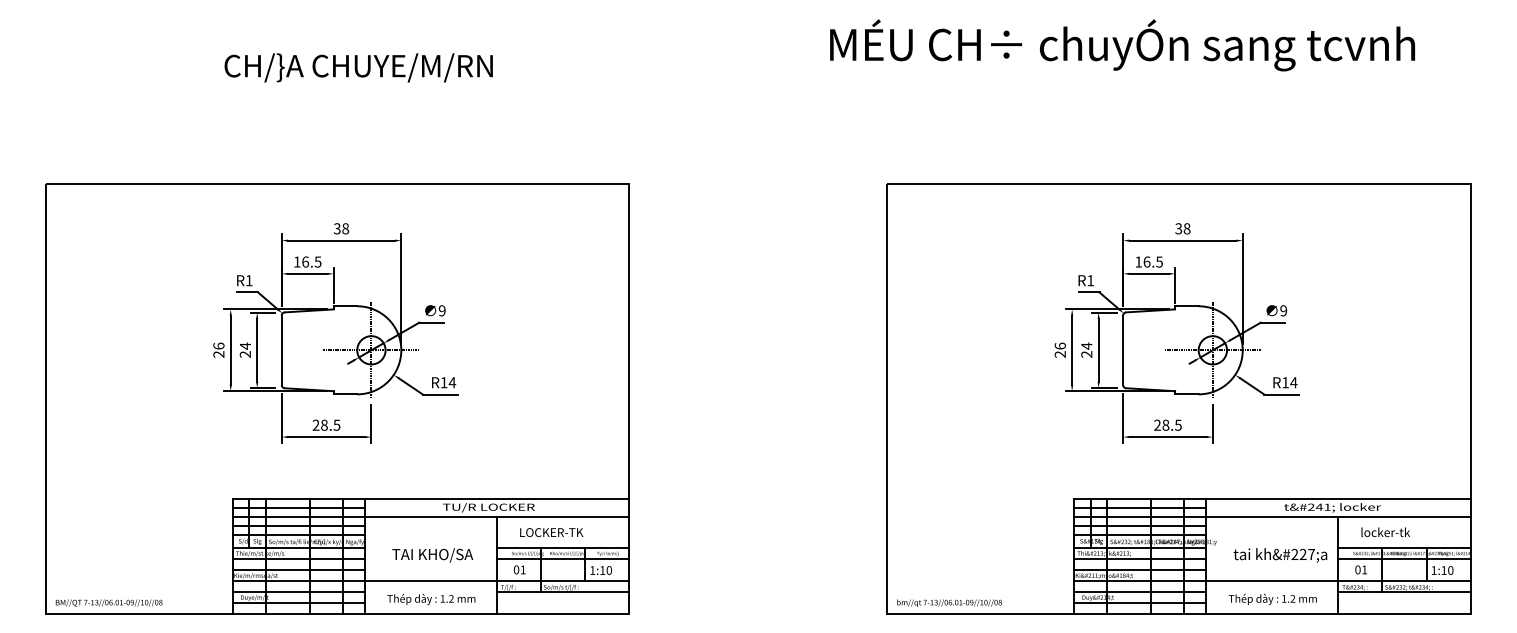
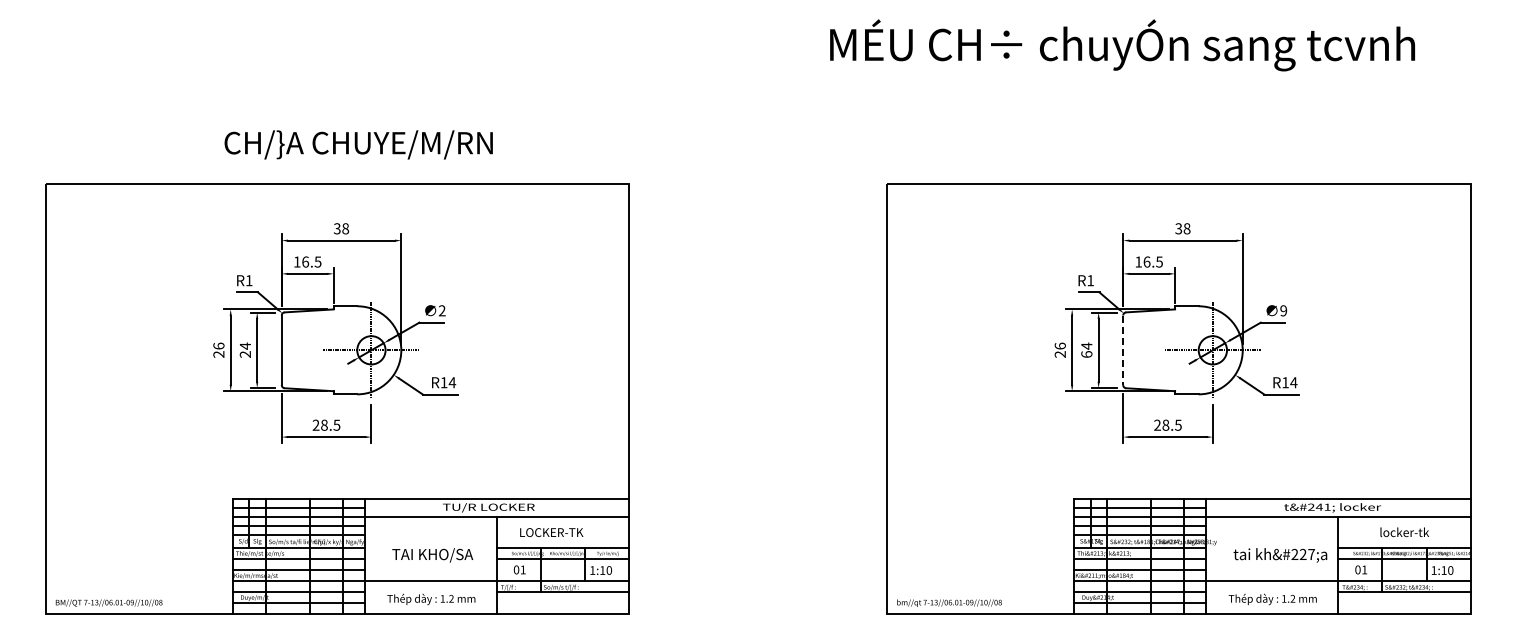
text at (358, 67) position: (358, 67) -> (358, 144)
text at (441, 311): 9 -> 2
line at (1123, 350): solid -> dashed
text at (1086, 354): 24 -> 64
text at (1385, 532) position: (1385, 532) -> (1404, 532)
